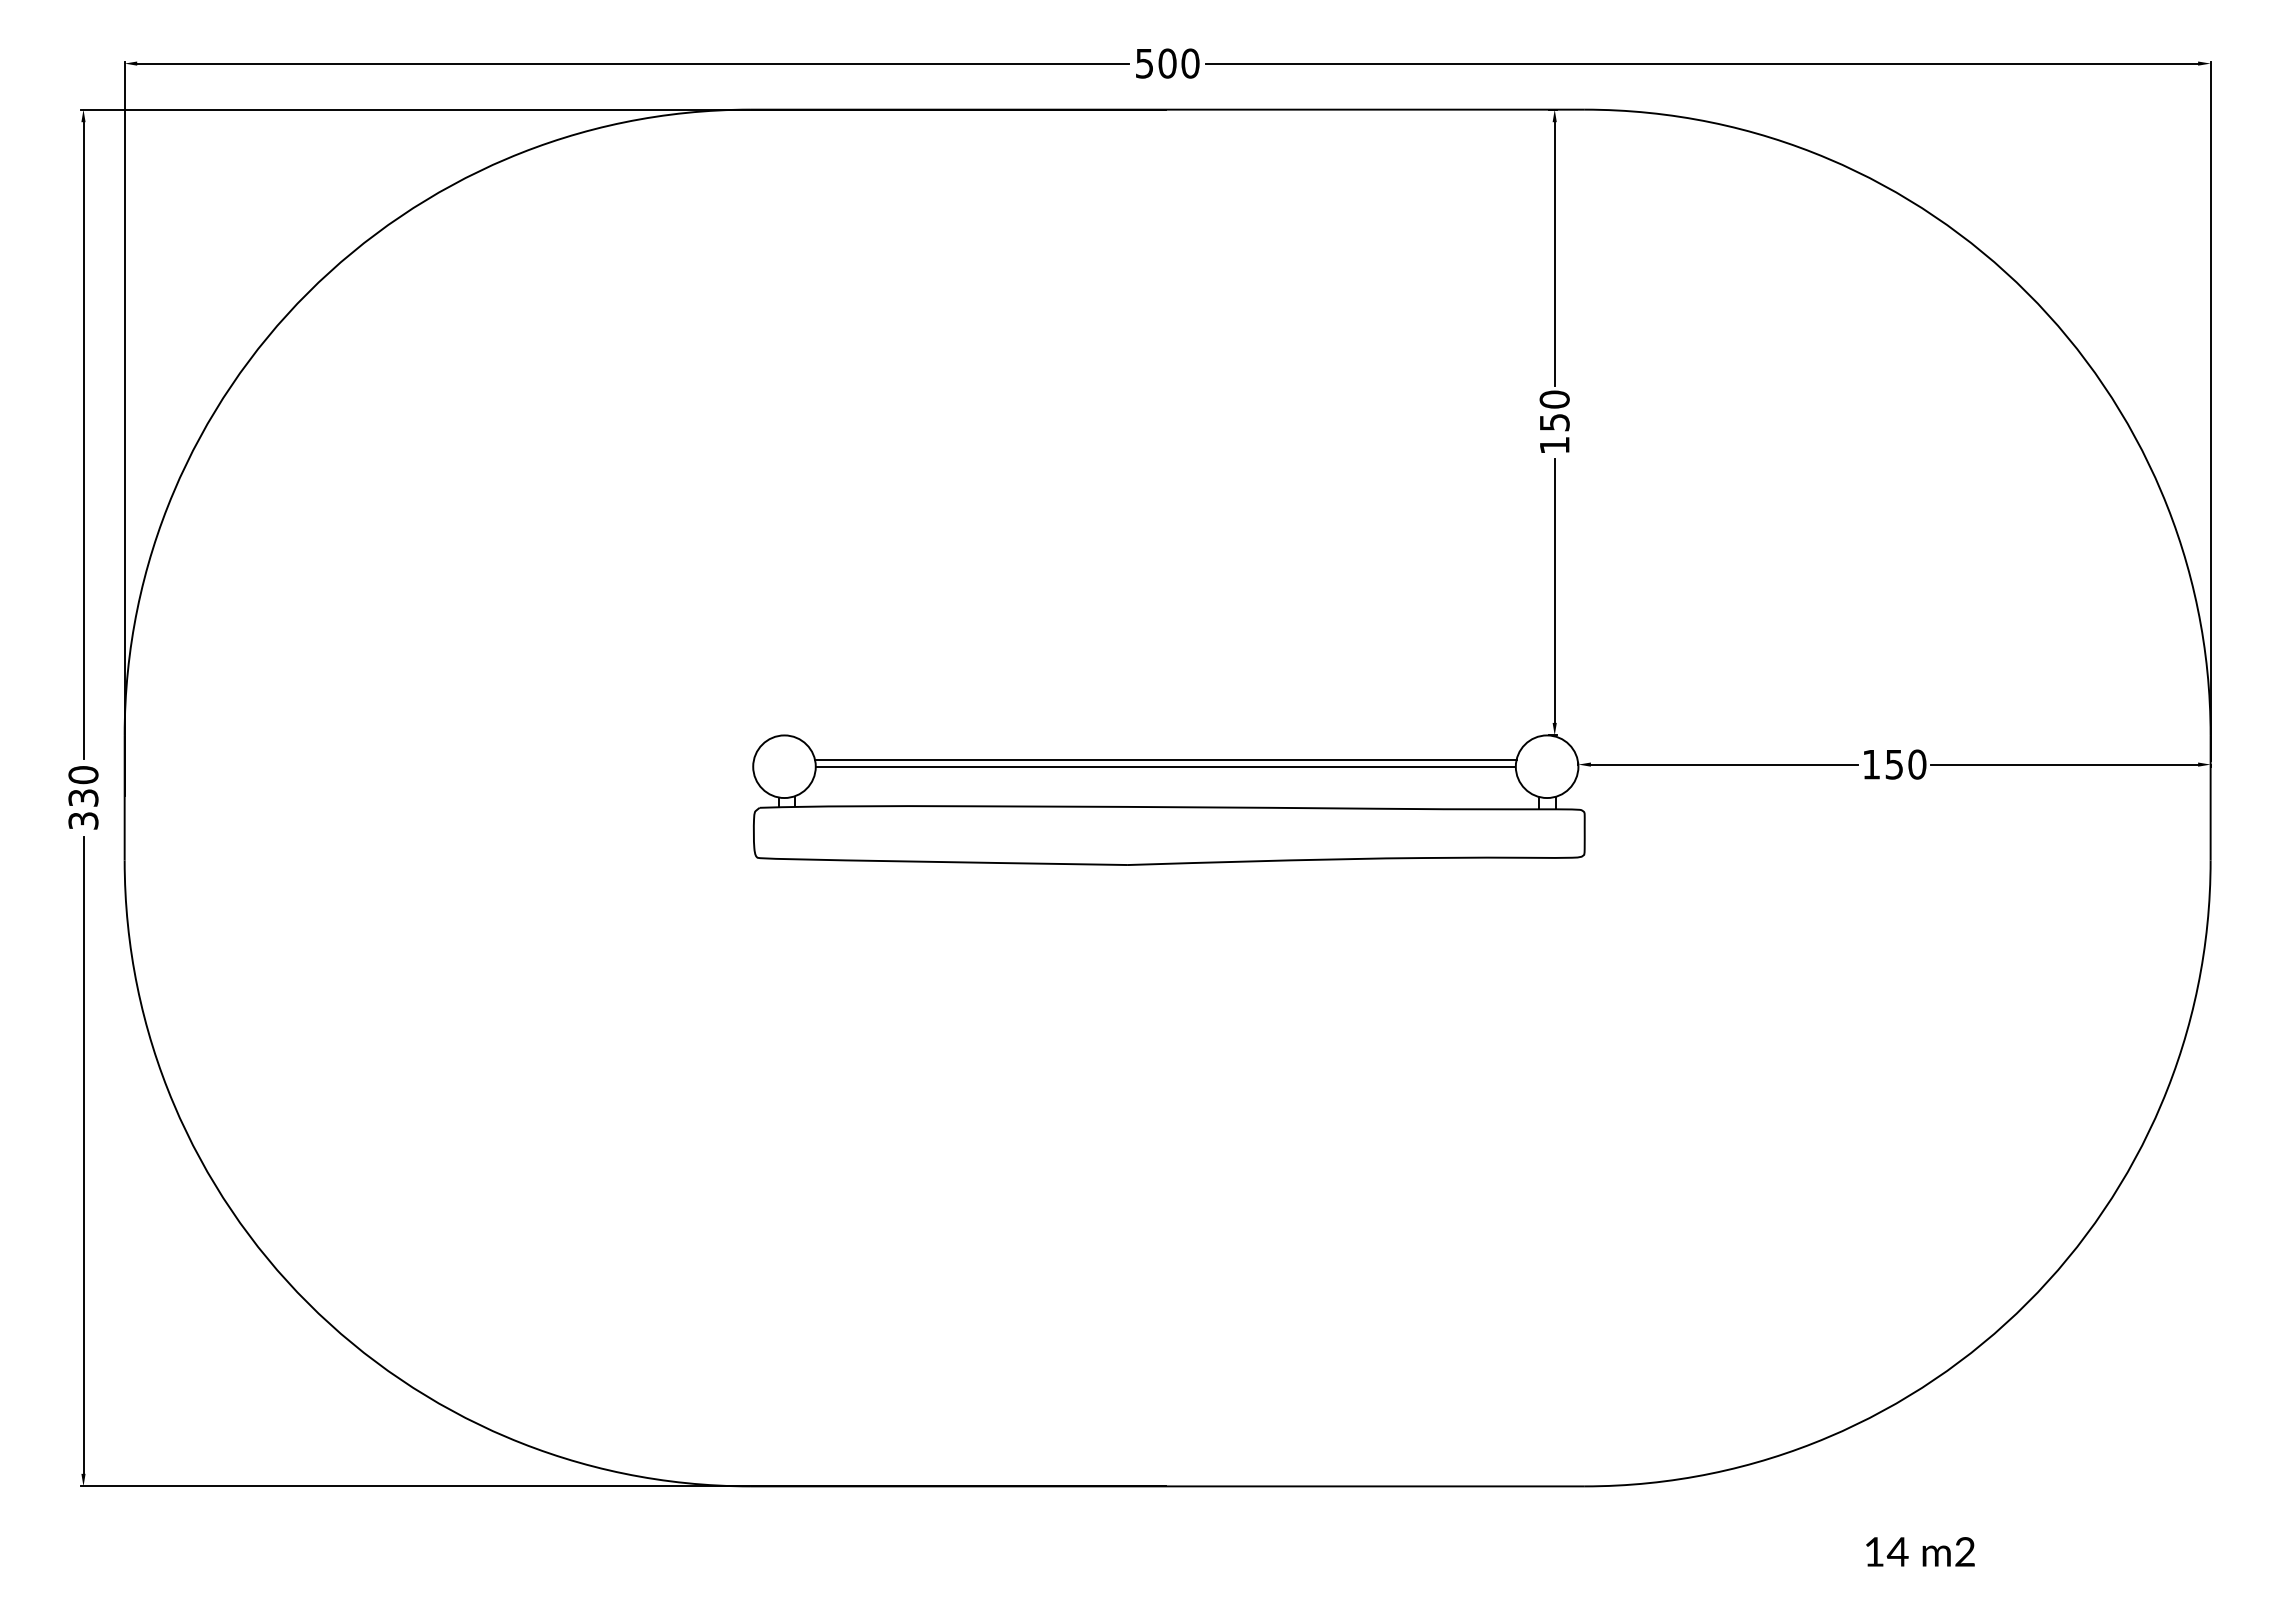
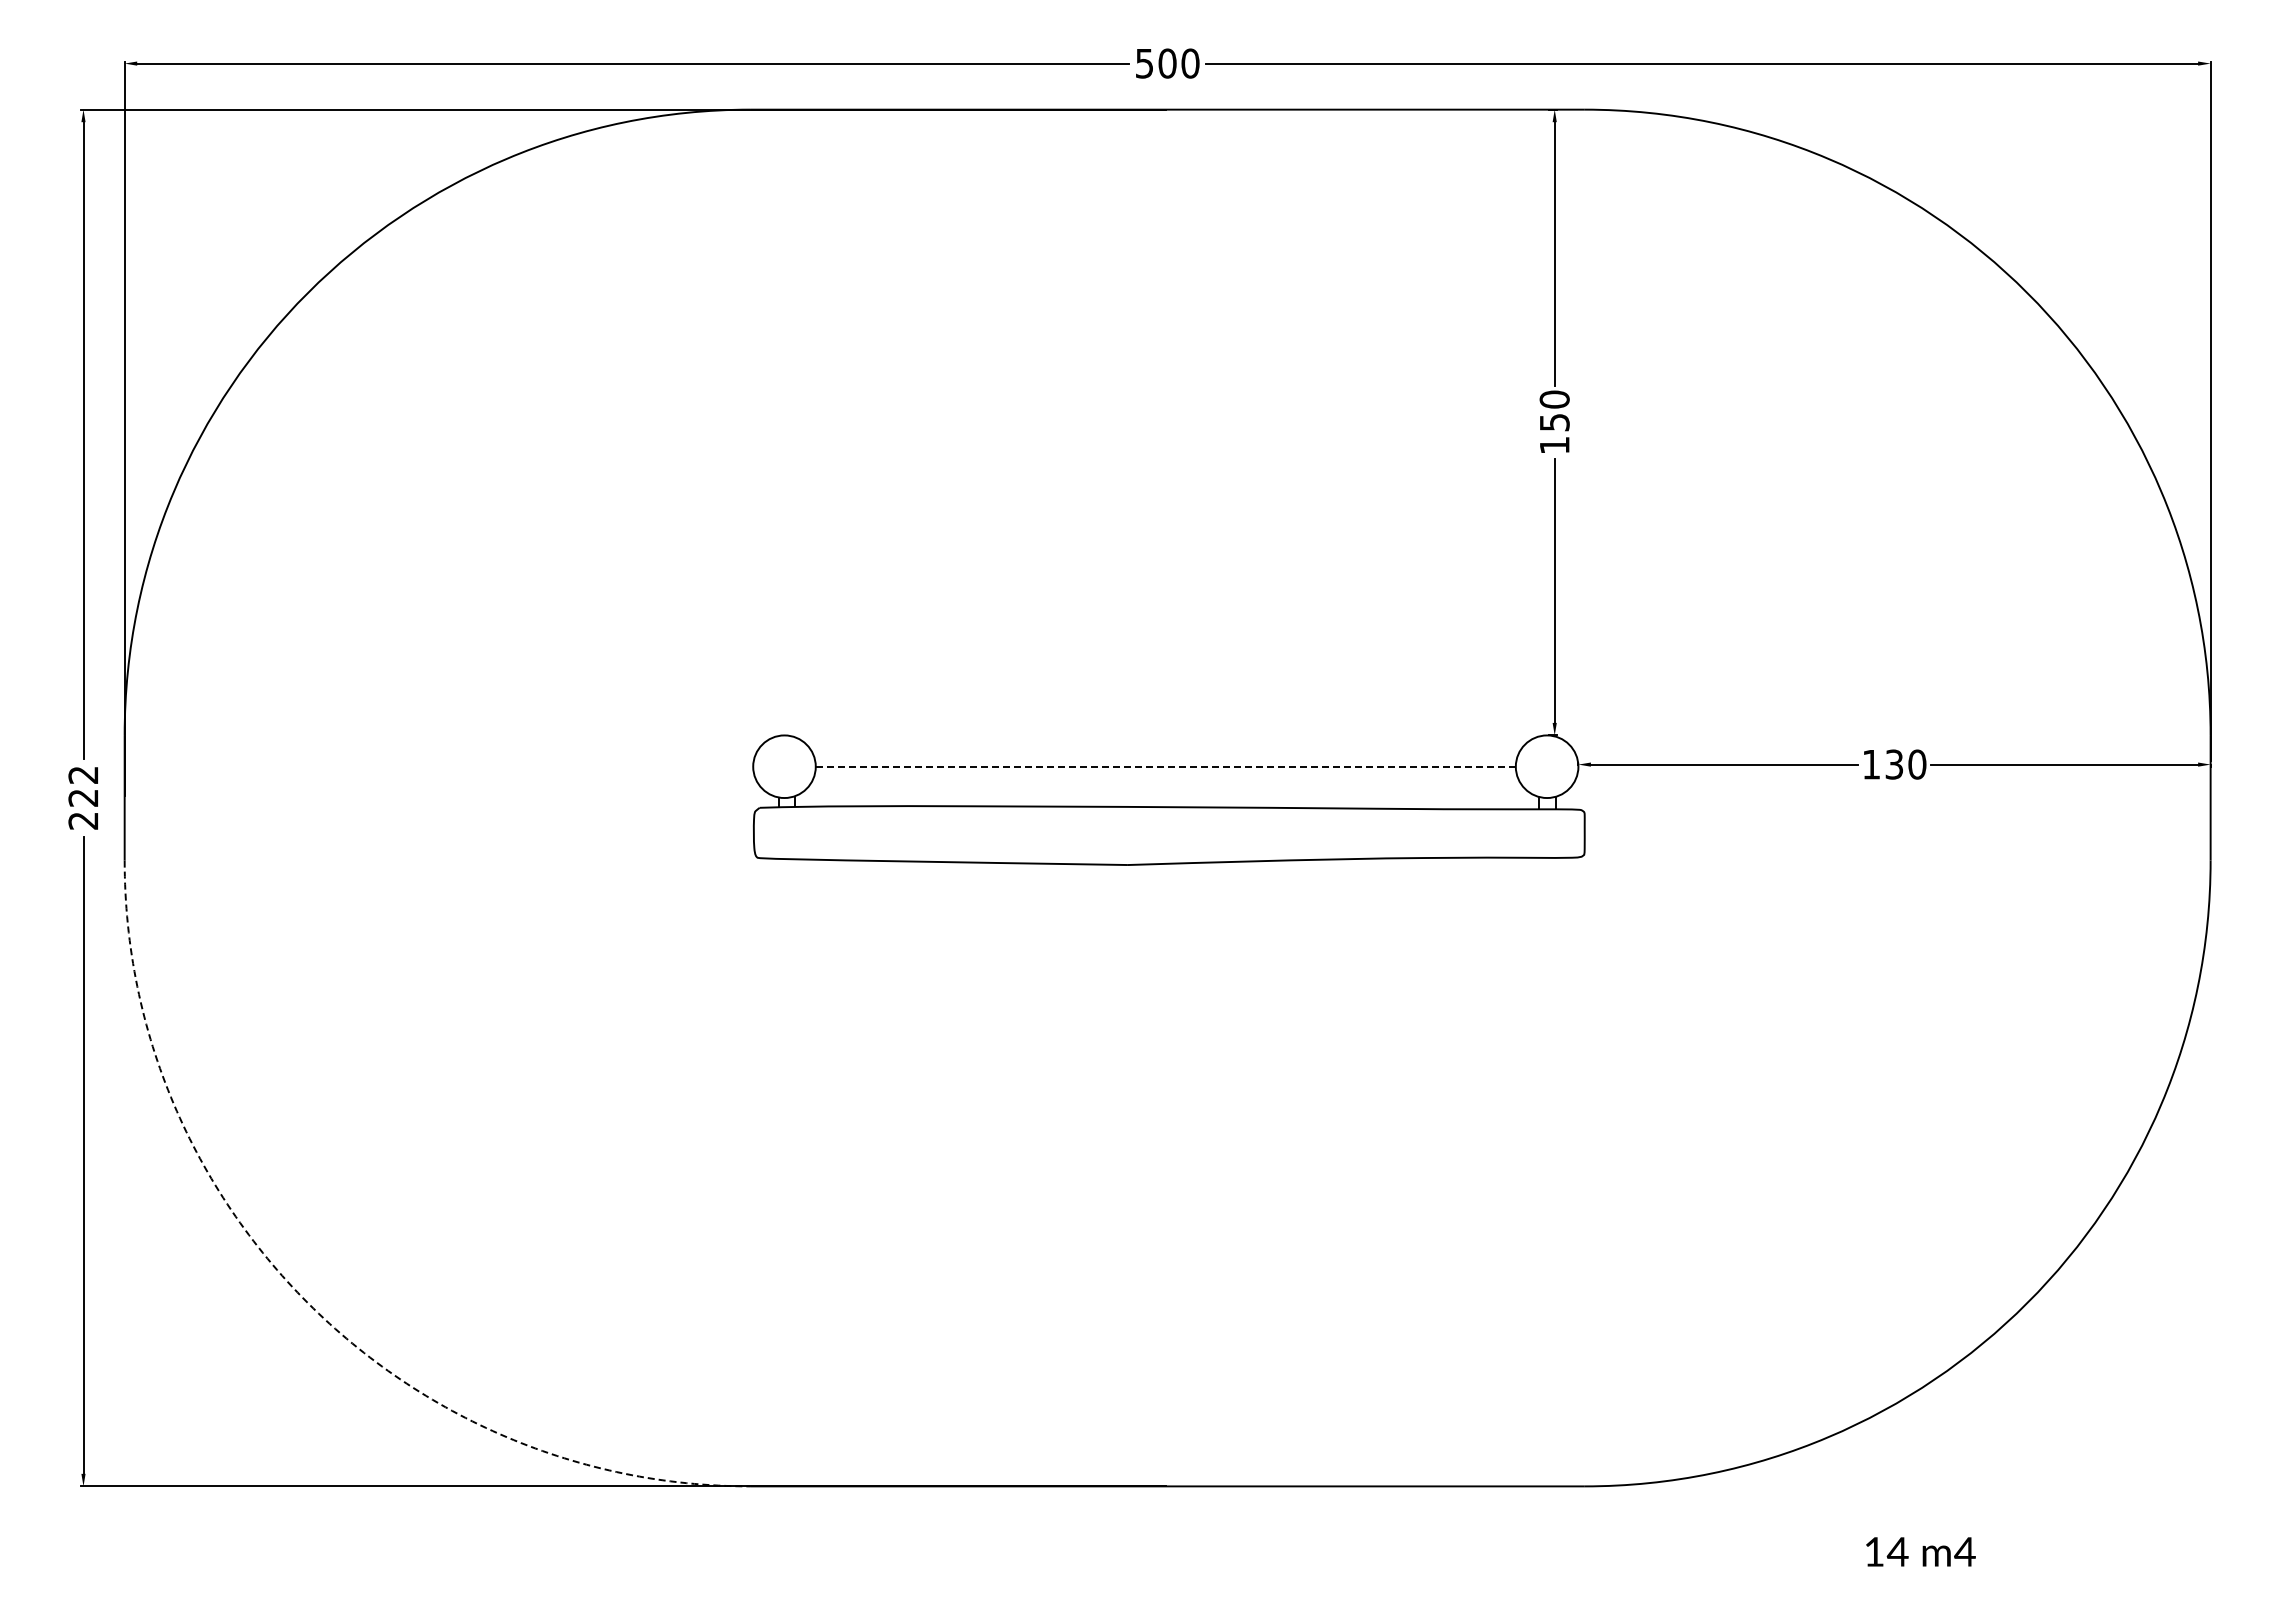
line at (1165, 760): present -> none
text at (1894, 764): 150 -> 130
line at (1166, 766): solid -> dashed
text at (83, 797): 330 -> 222
arc at (307, 1303): solid -> dashed
text at (1964, 1551): m2 -> m4
